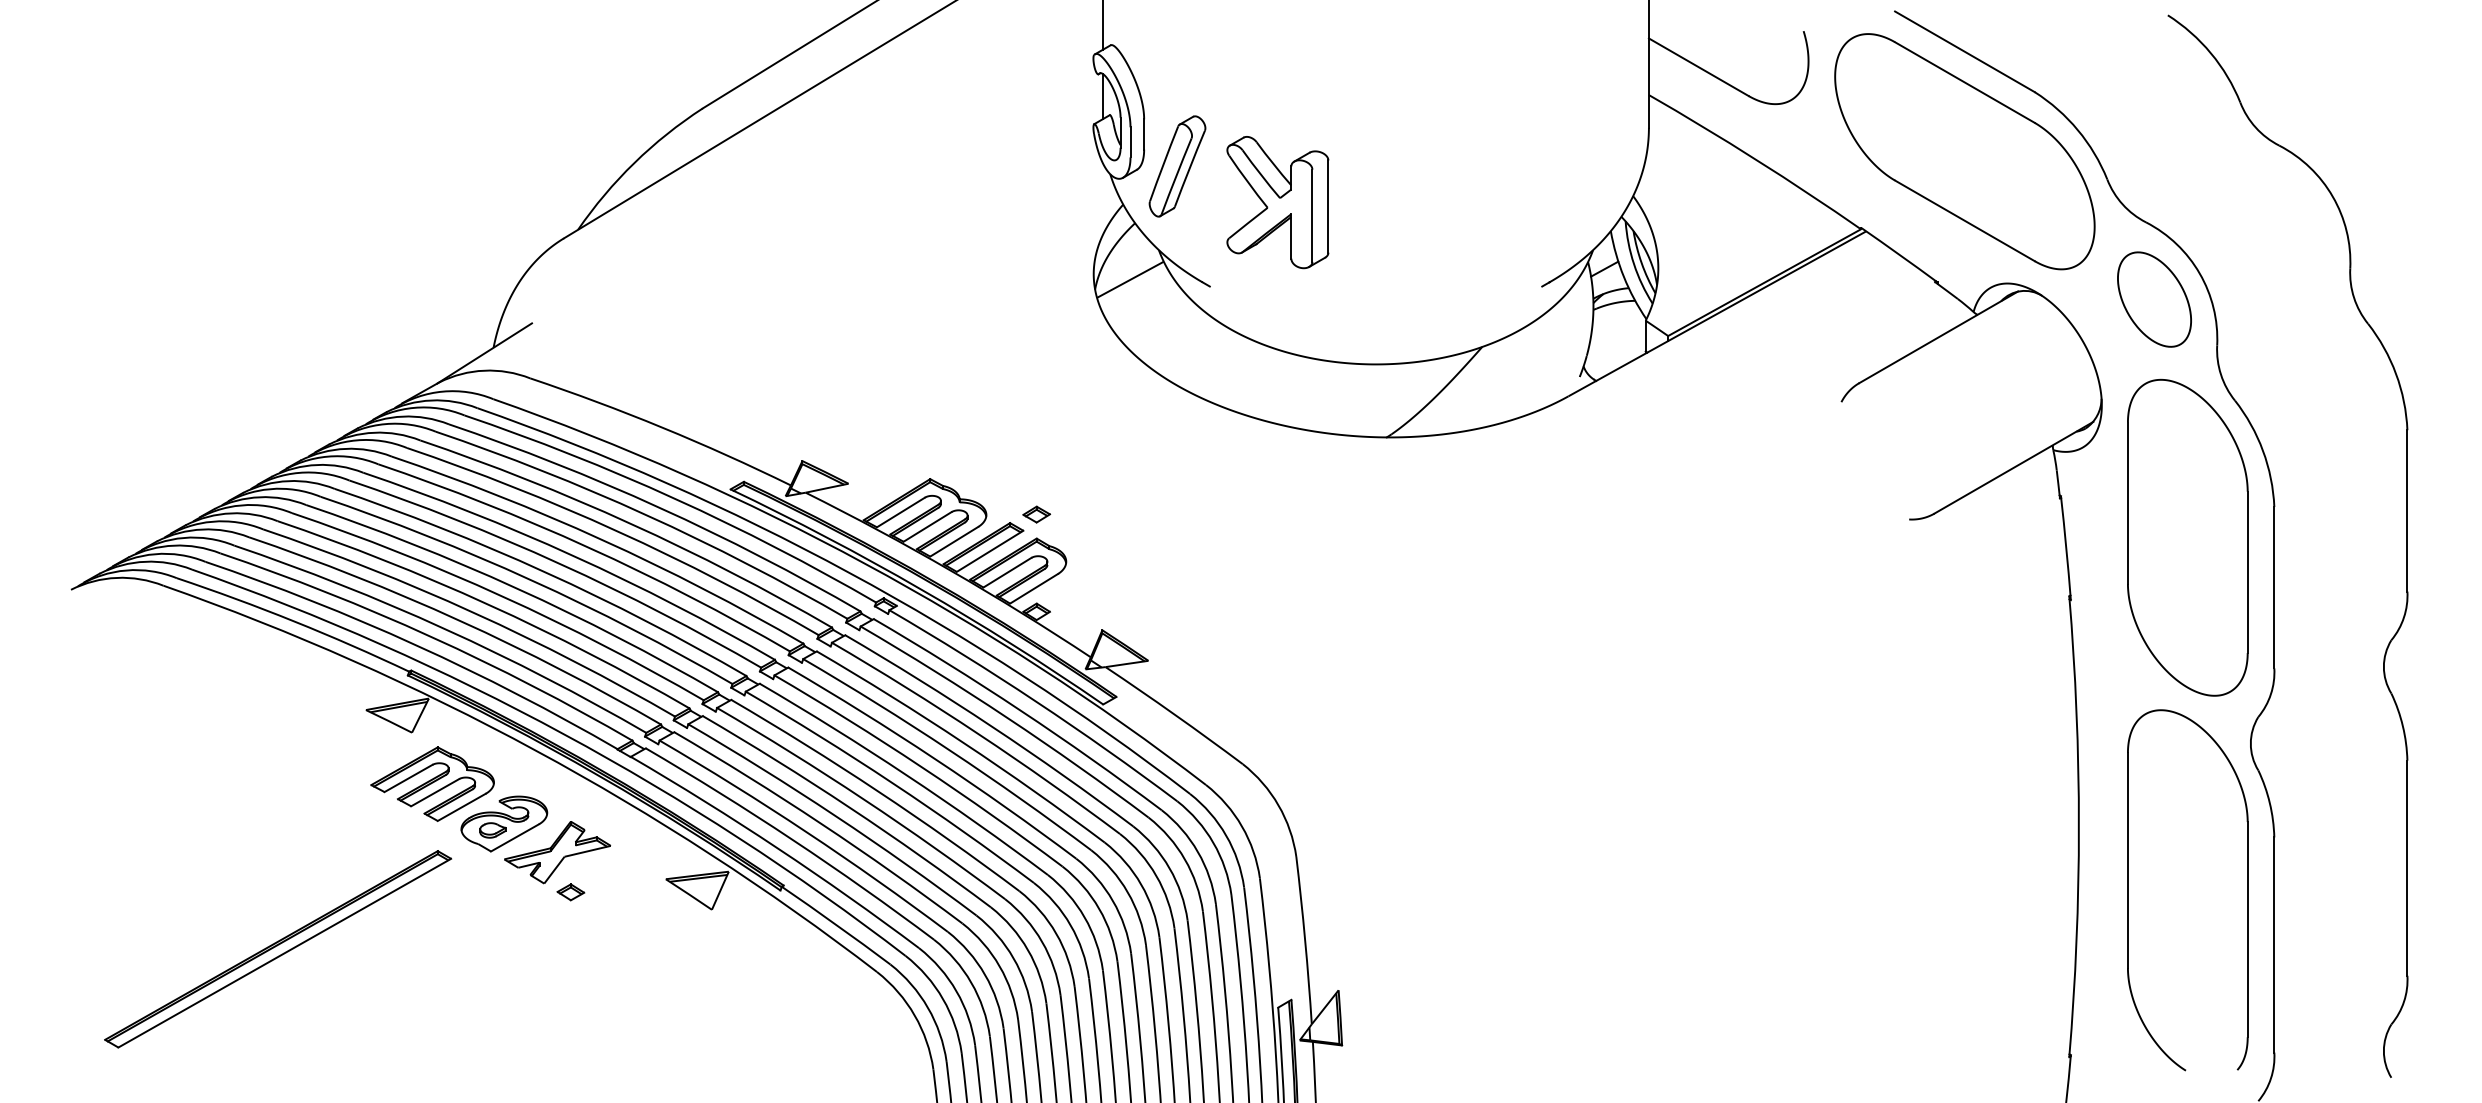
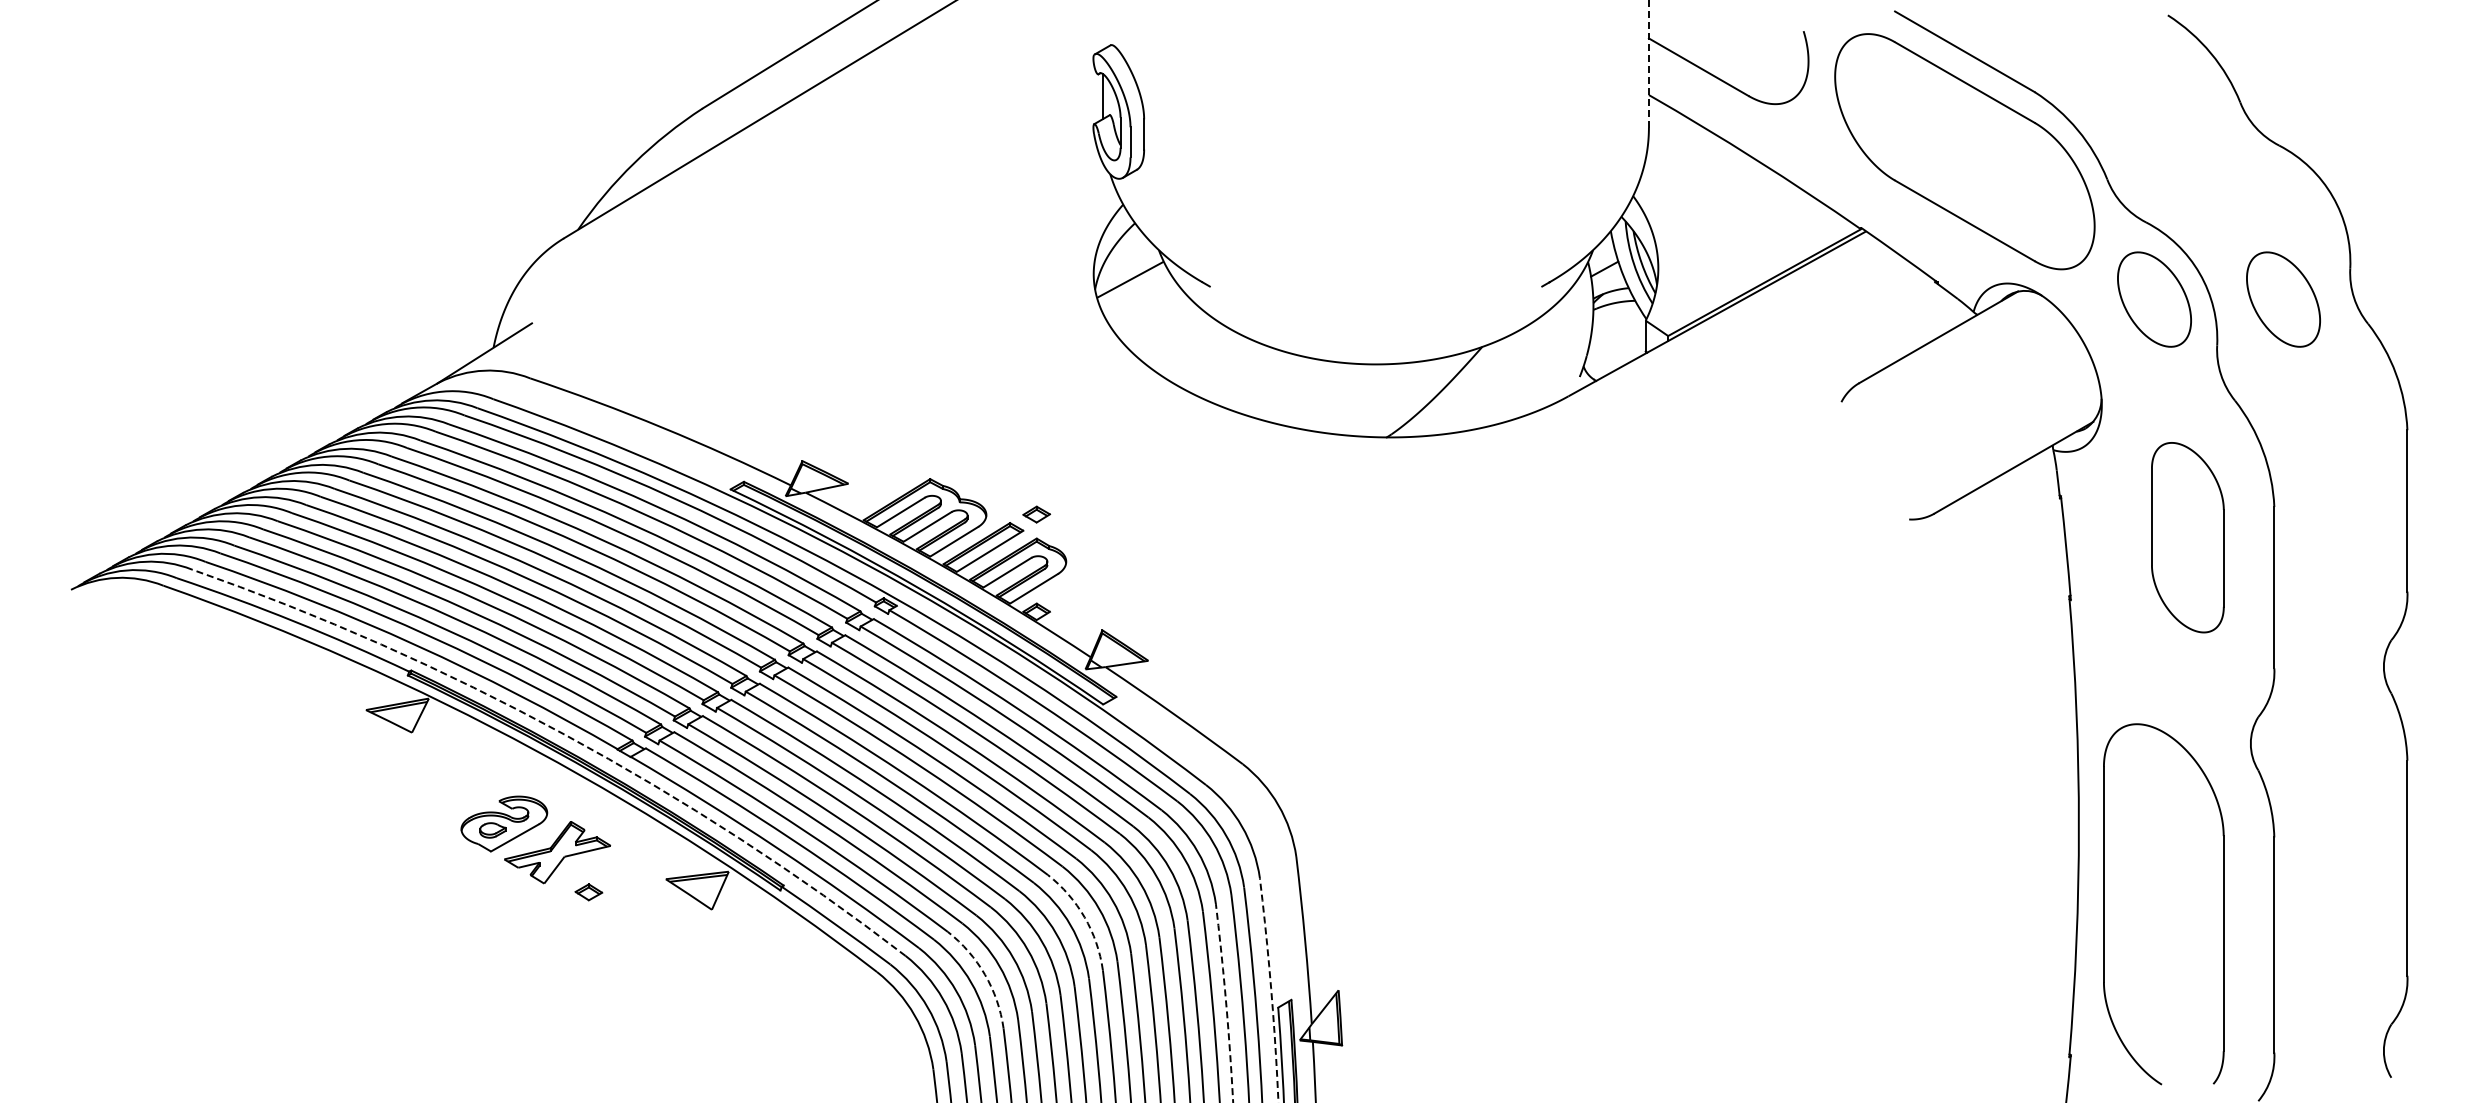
line at (1103, 25): present -> none
line at (1648, 63): solid -> dashed
part at (1177, 166): present -> none
part at (1277, 202): present -> none
part at (2283, 299): none -> present
part at (2187, 537) size: 122x319 px -> 74x192 px
arc at (564, 734): solid -> dashed
part at (432, 783): present -> none
part at (2128, 890) position: (2128, 890) -> (2104, 904)
part at (570, 892) position: (570, 892) -> (588, 892)
arc at (1084, 917): solid -> dashed
part at (278, 949): present -> none
arc at (985, 974): solid -> dashed
arc at (1271, 990): solid -> dashed
arc at (1226, 1002): solid -> dashed
